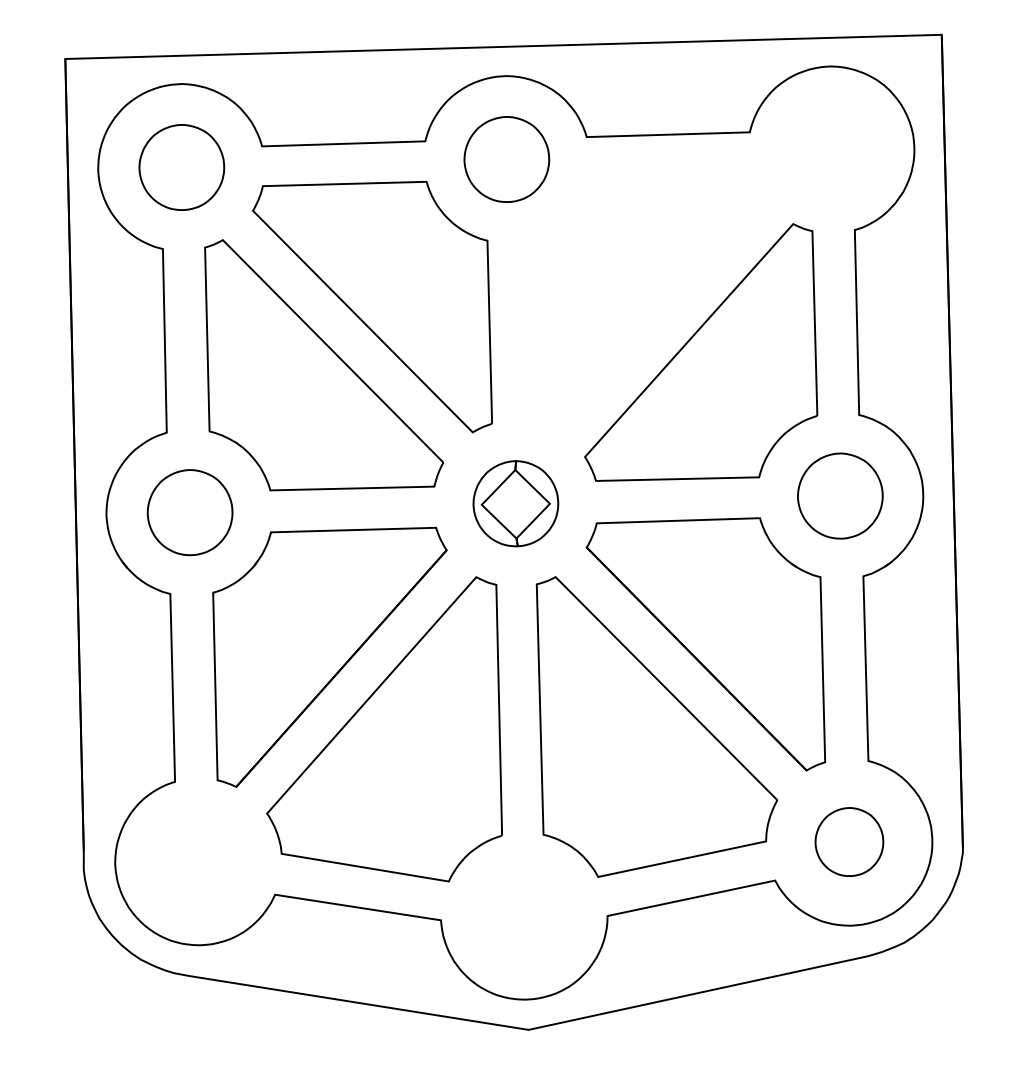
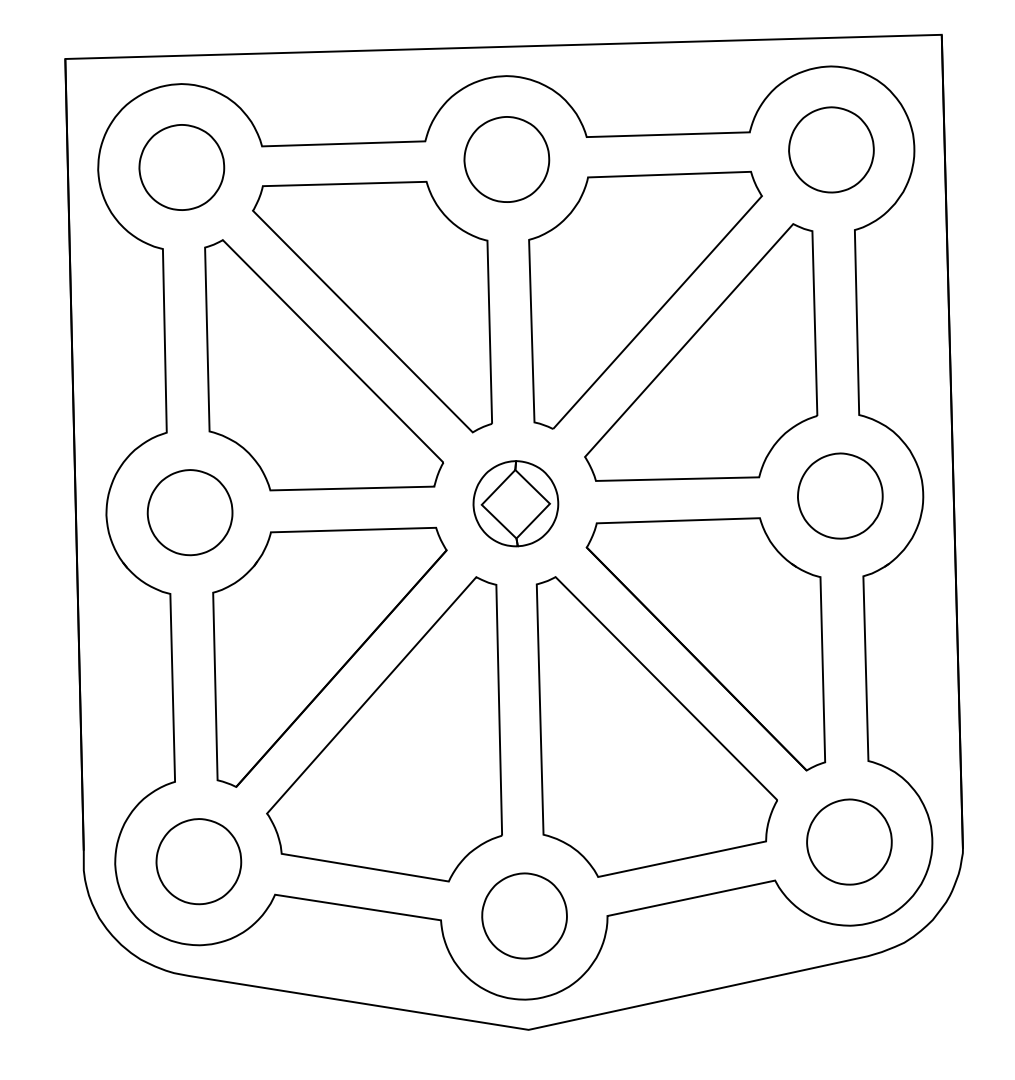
part at (831, 149): none -> present
part at (645, 300): none -> present
part at (849, 841) size: 71x70 px -> 87x88 px
part at (198, 861): none -> present
part at (524, 915): none -> present
